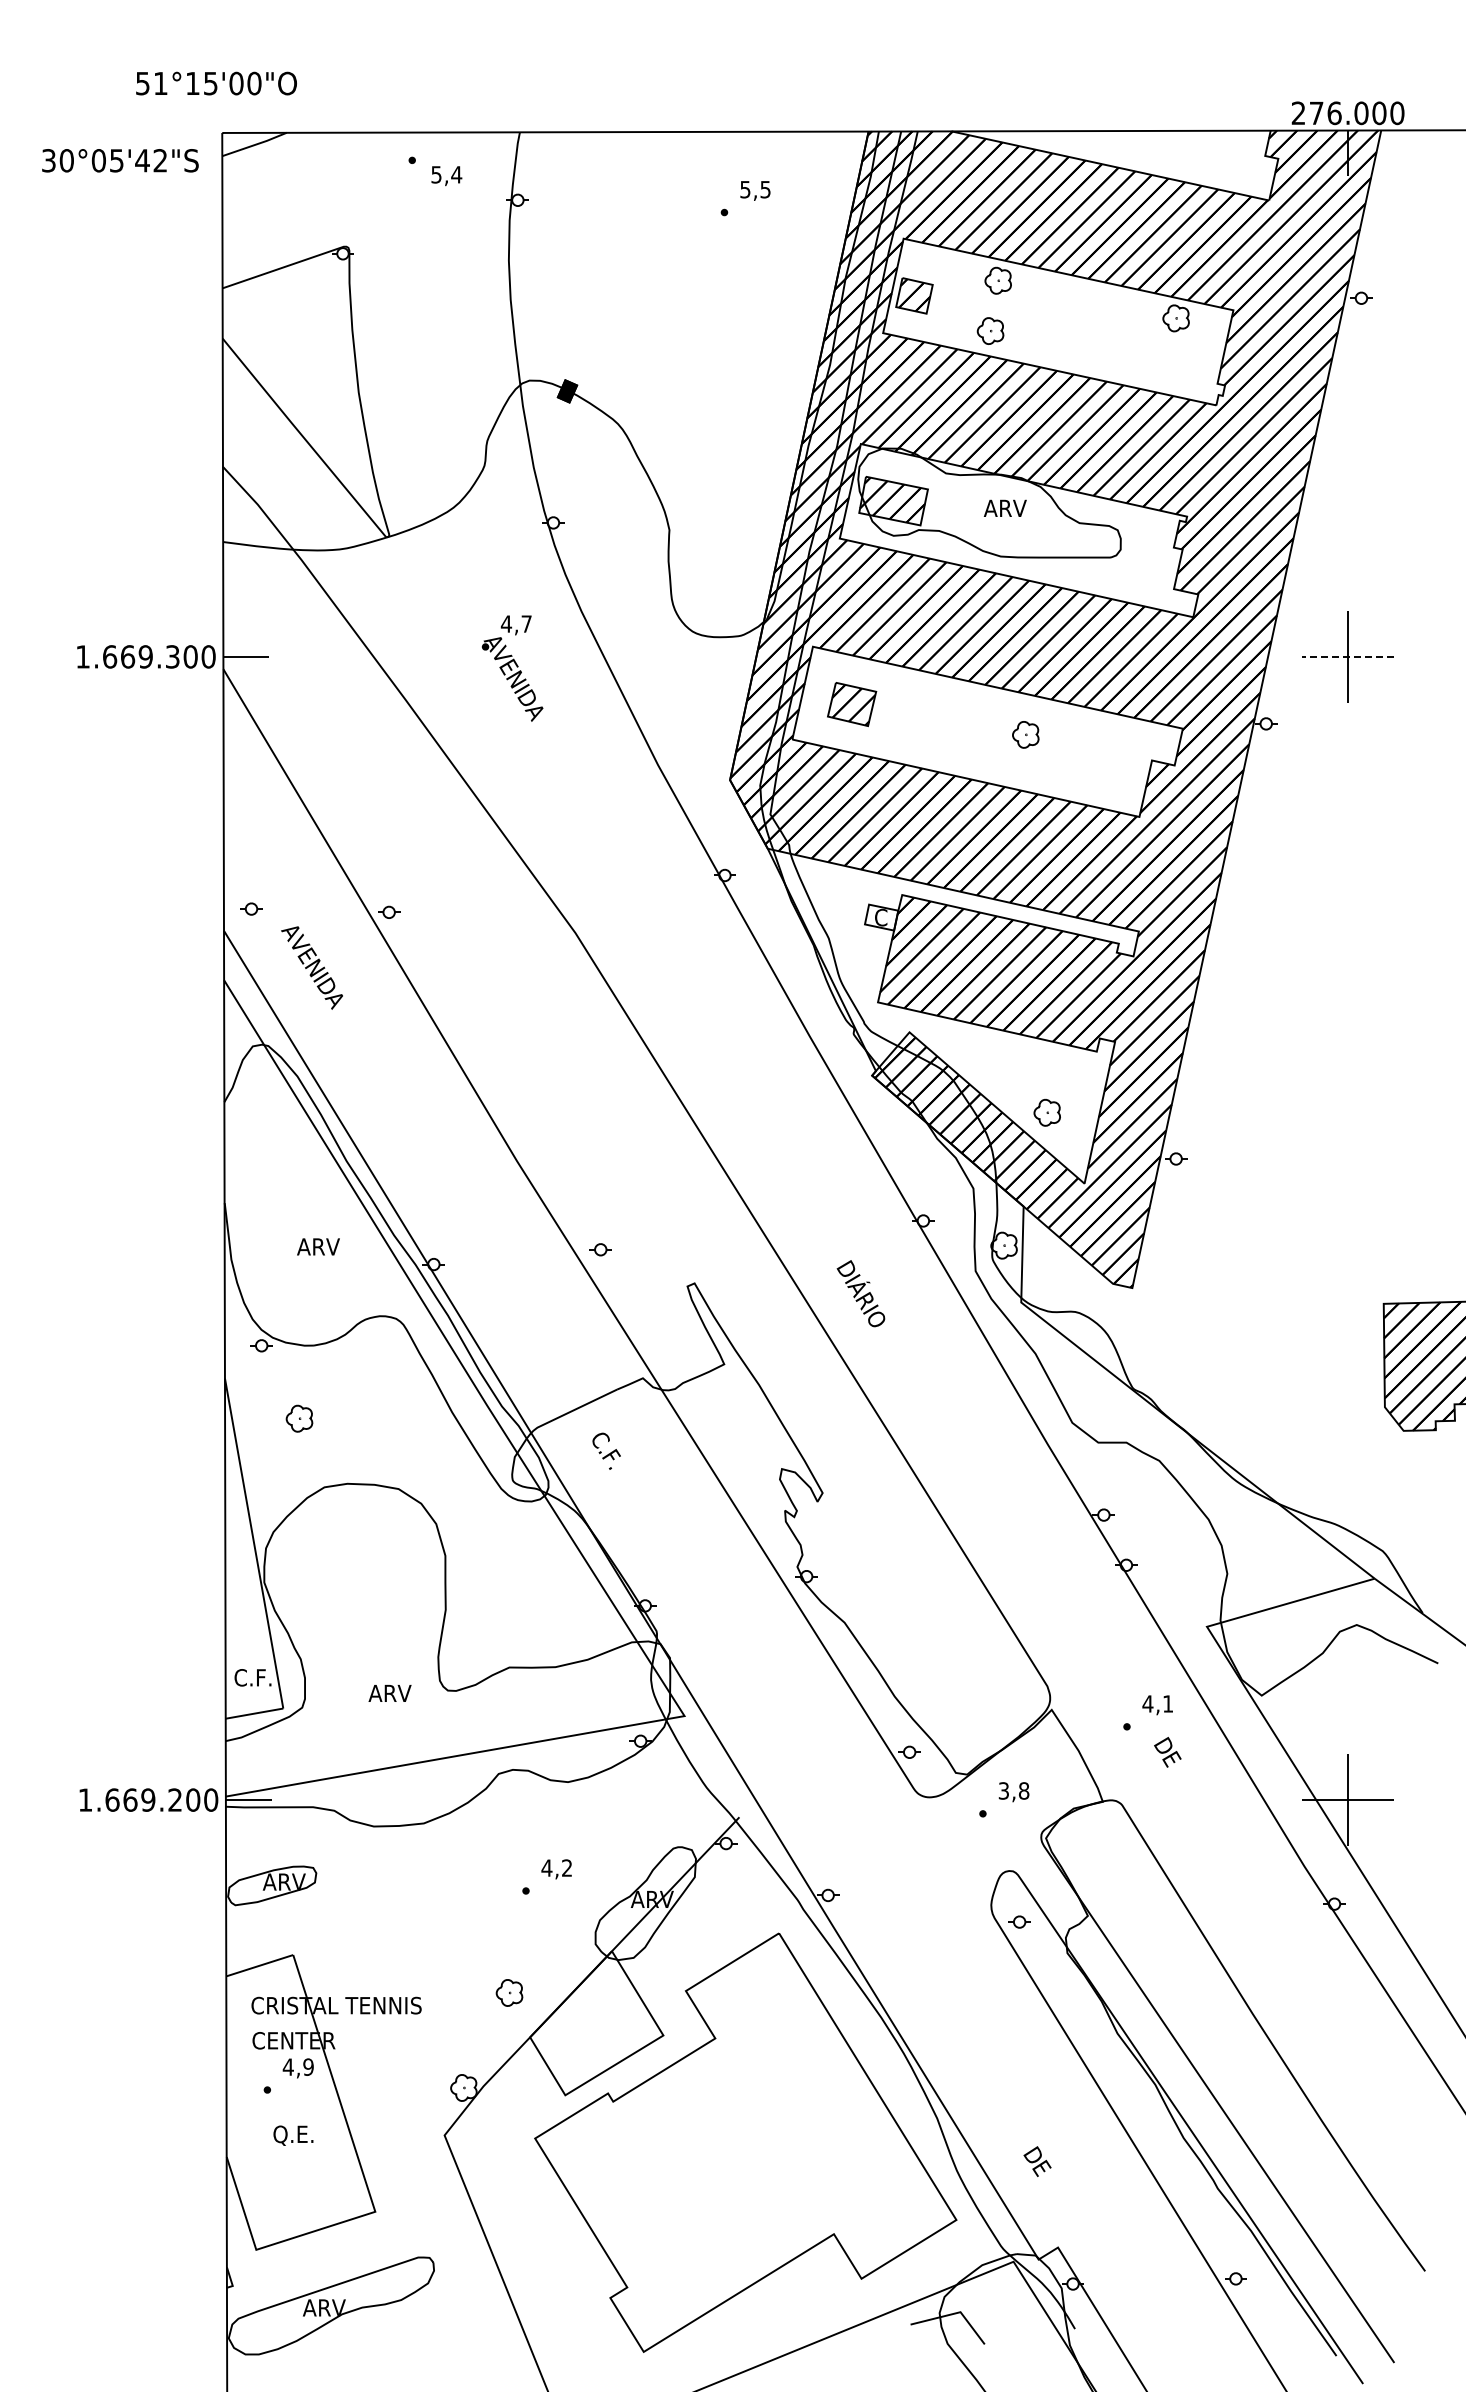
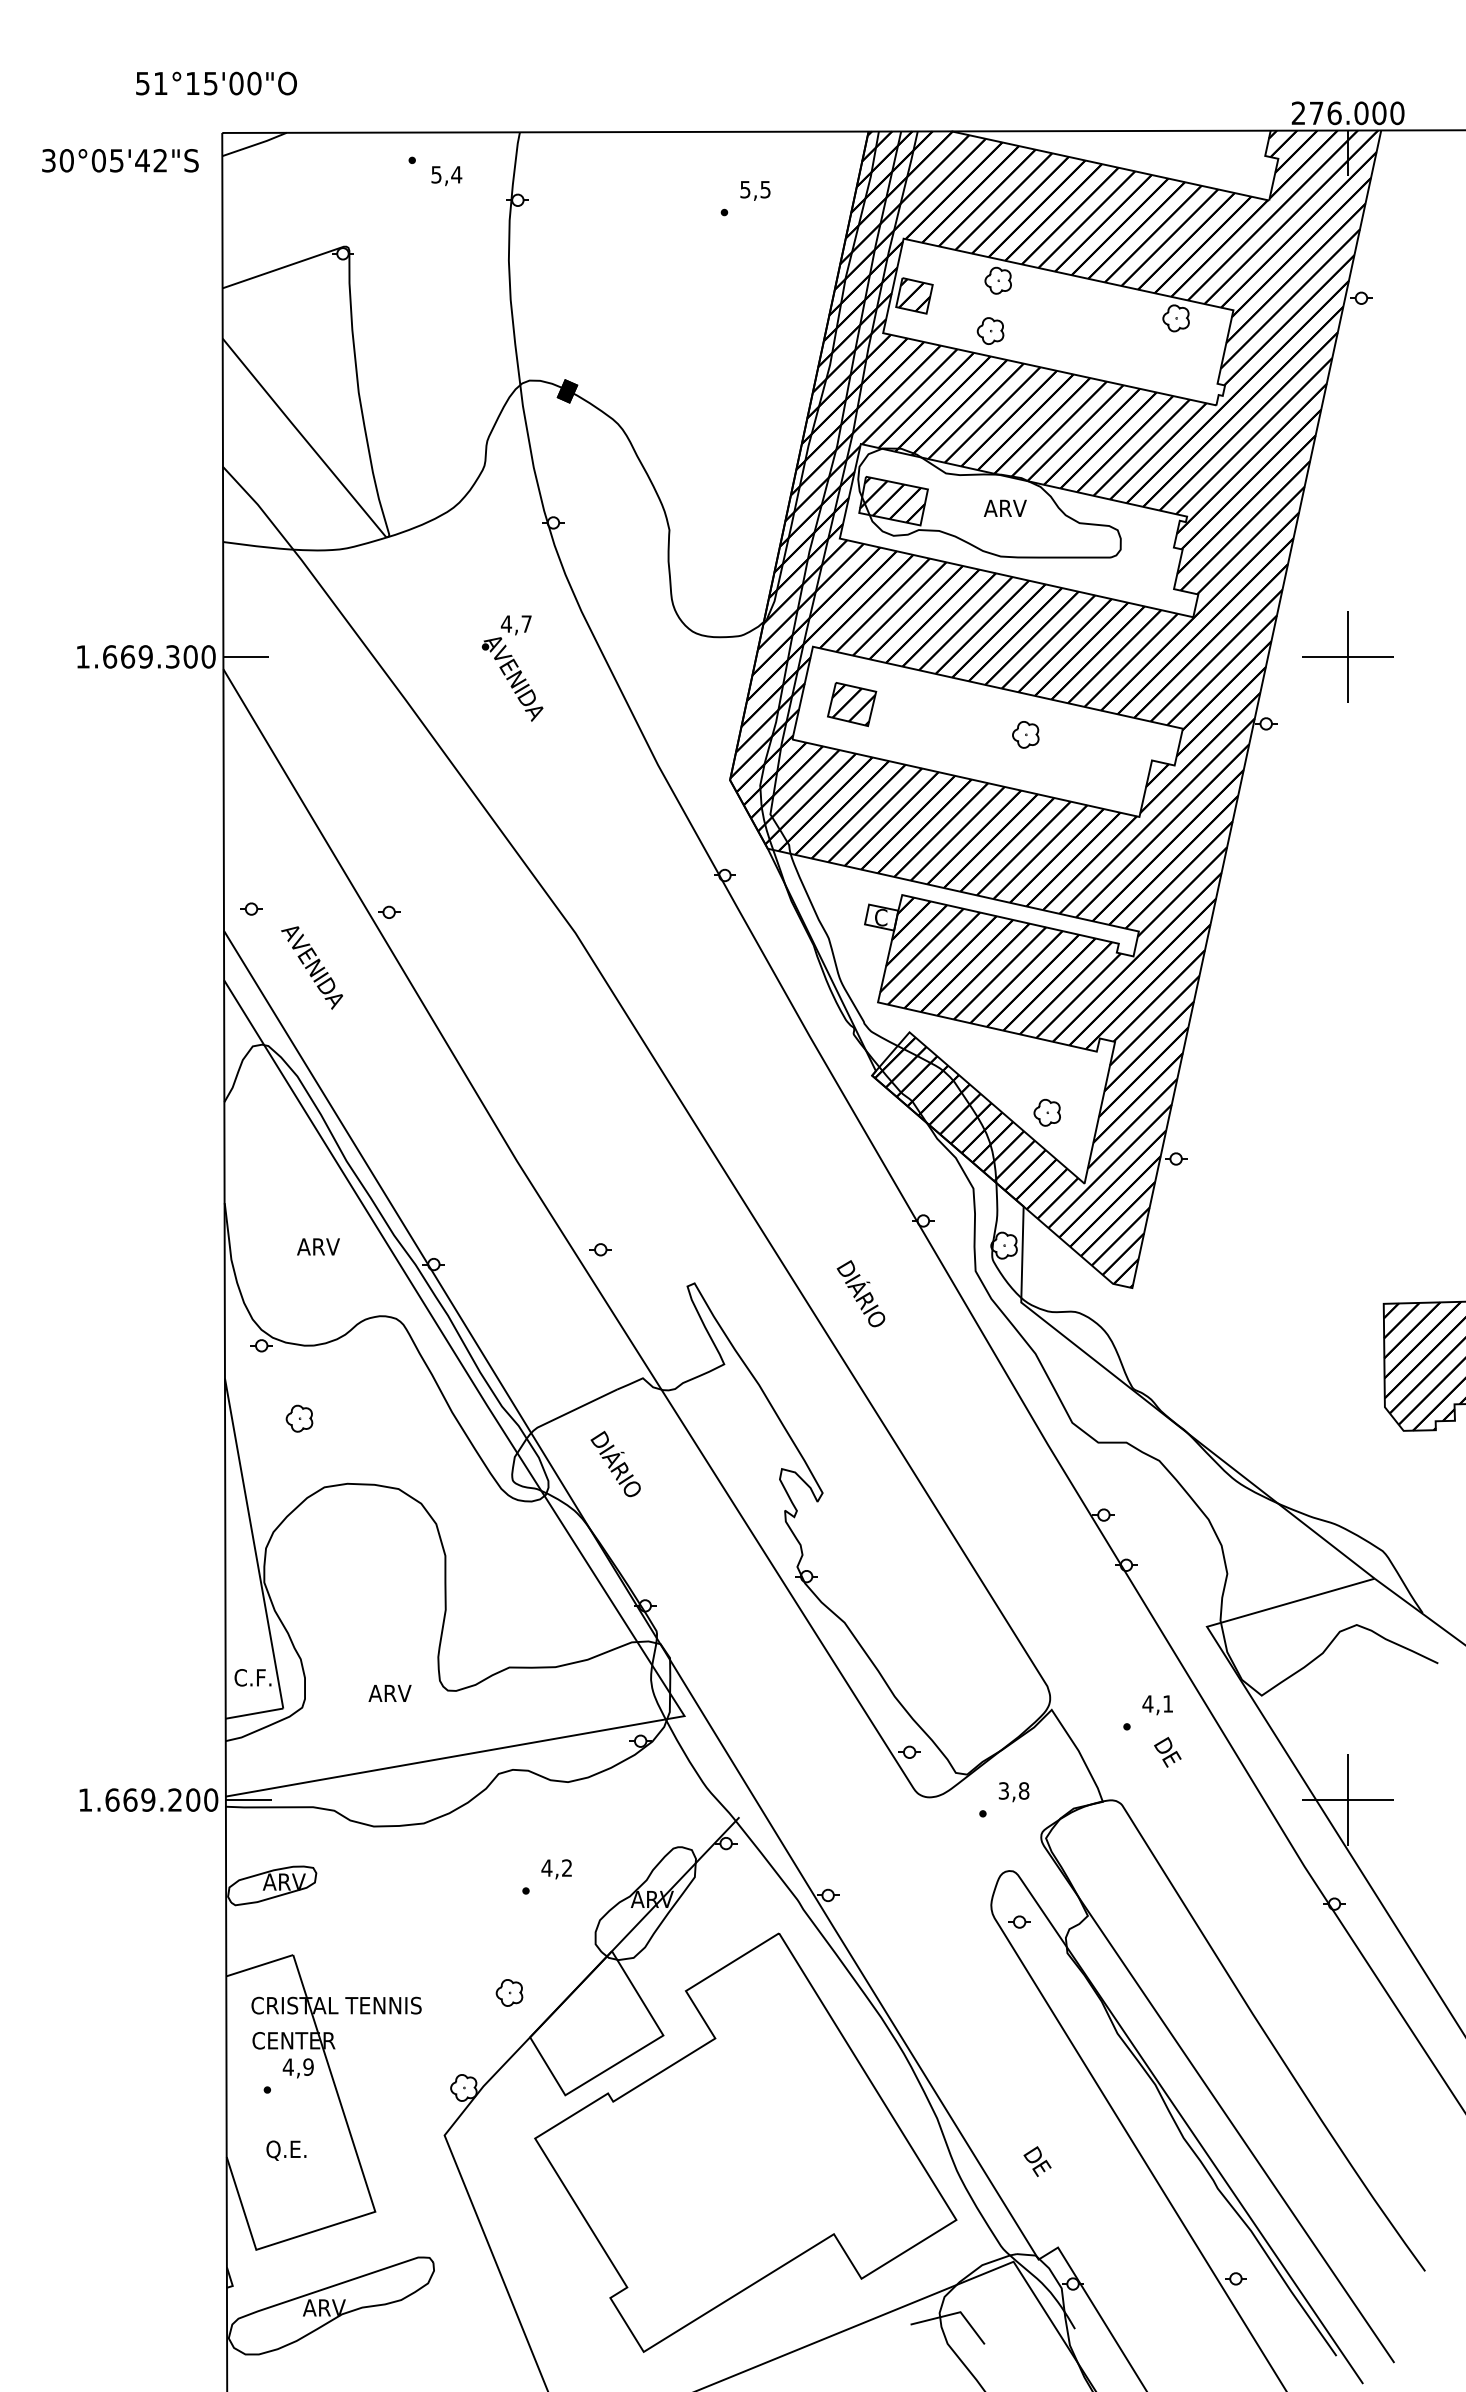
line at (1348, 656): dashed -> solid
text at (615, 1463): C.F. -> DIÁRIO
text at (293, 2135) position: (293, 2135) -> (286, 2150)
